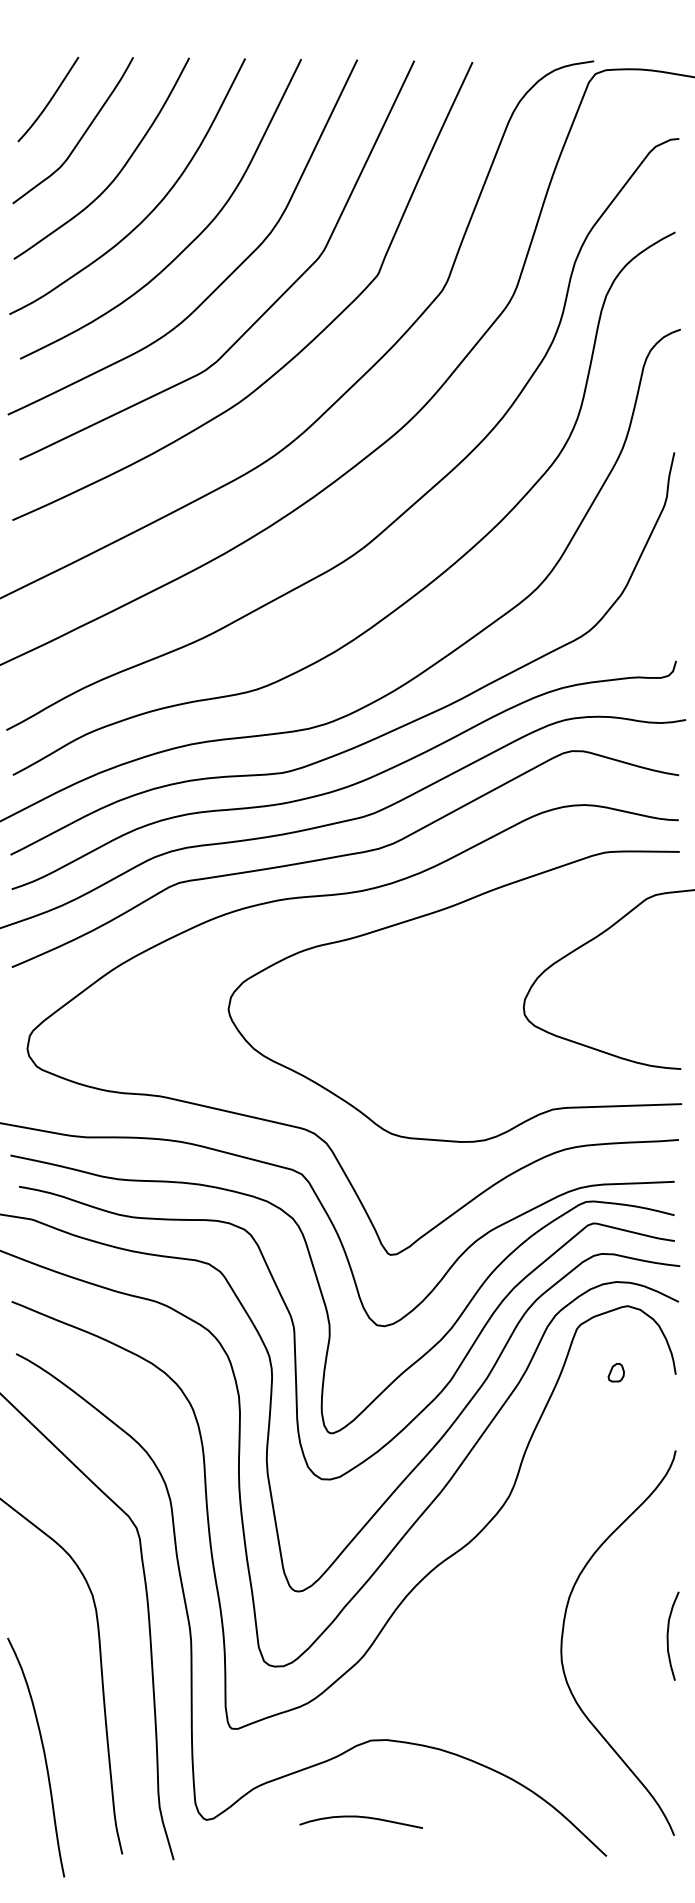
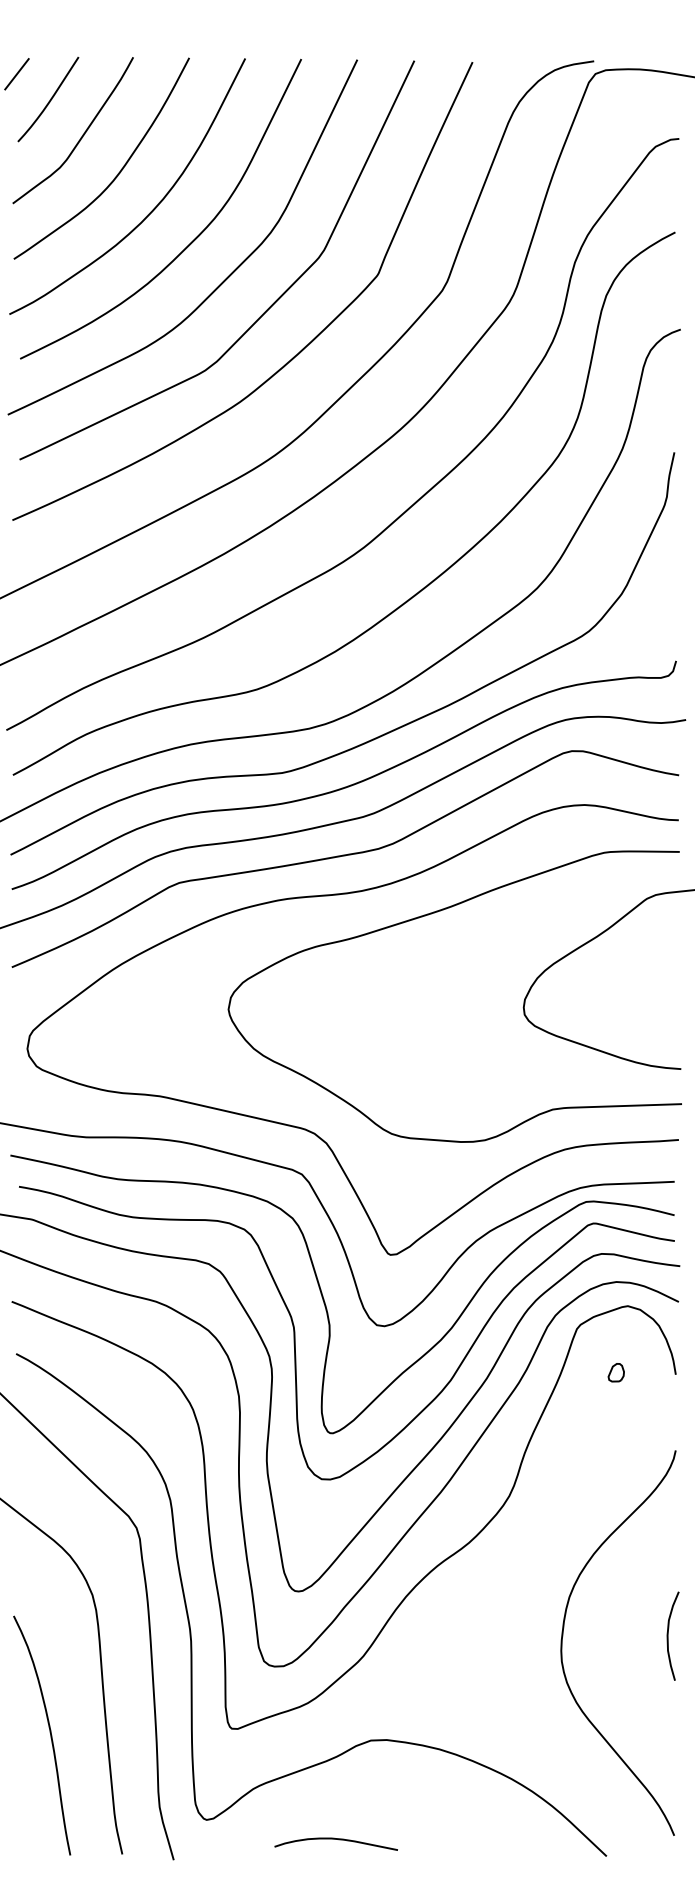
line at (16, 74): none -> present
curve at (43, 1754) position: (43, 1754) -> (49, 1732)
curve at (360, 1817) position: (360, 1817) -> (335, 1839)
